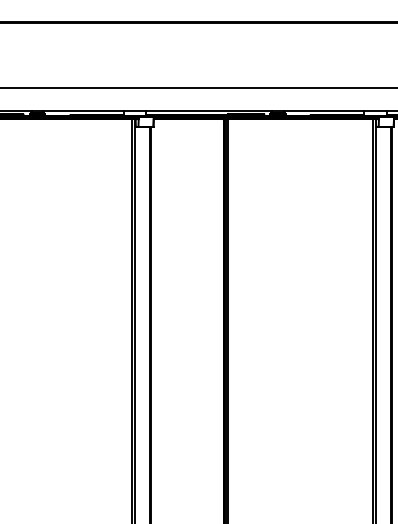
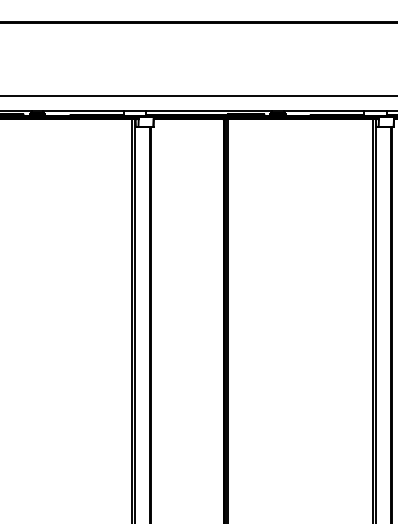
line at (198, 88) position: (198, 88) -> (198, 96)
